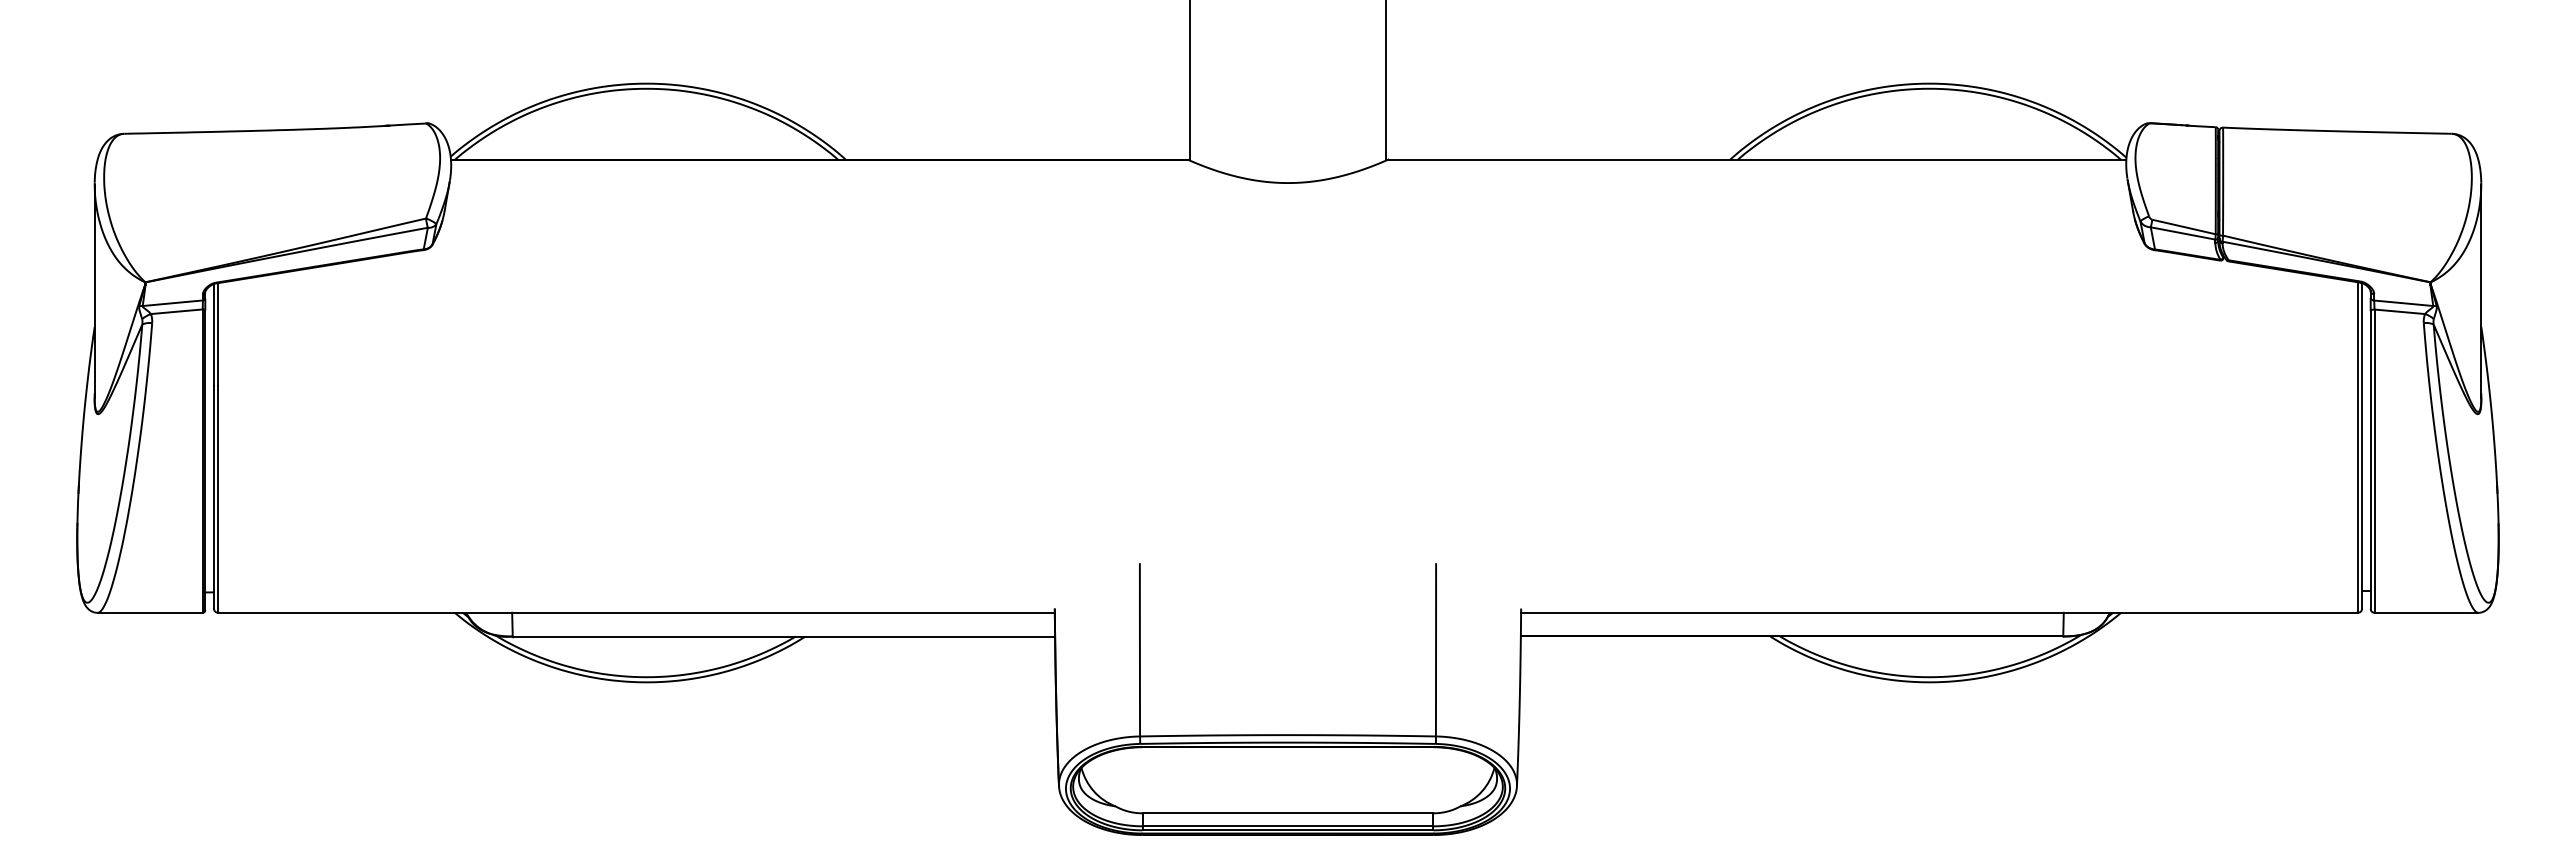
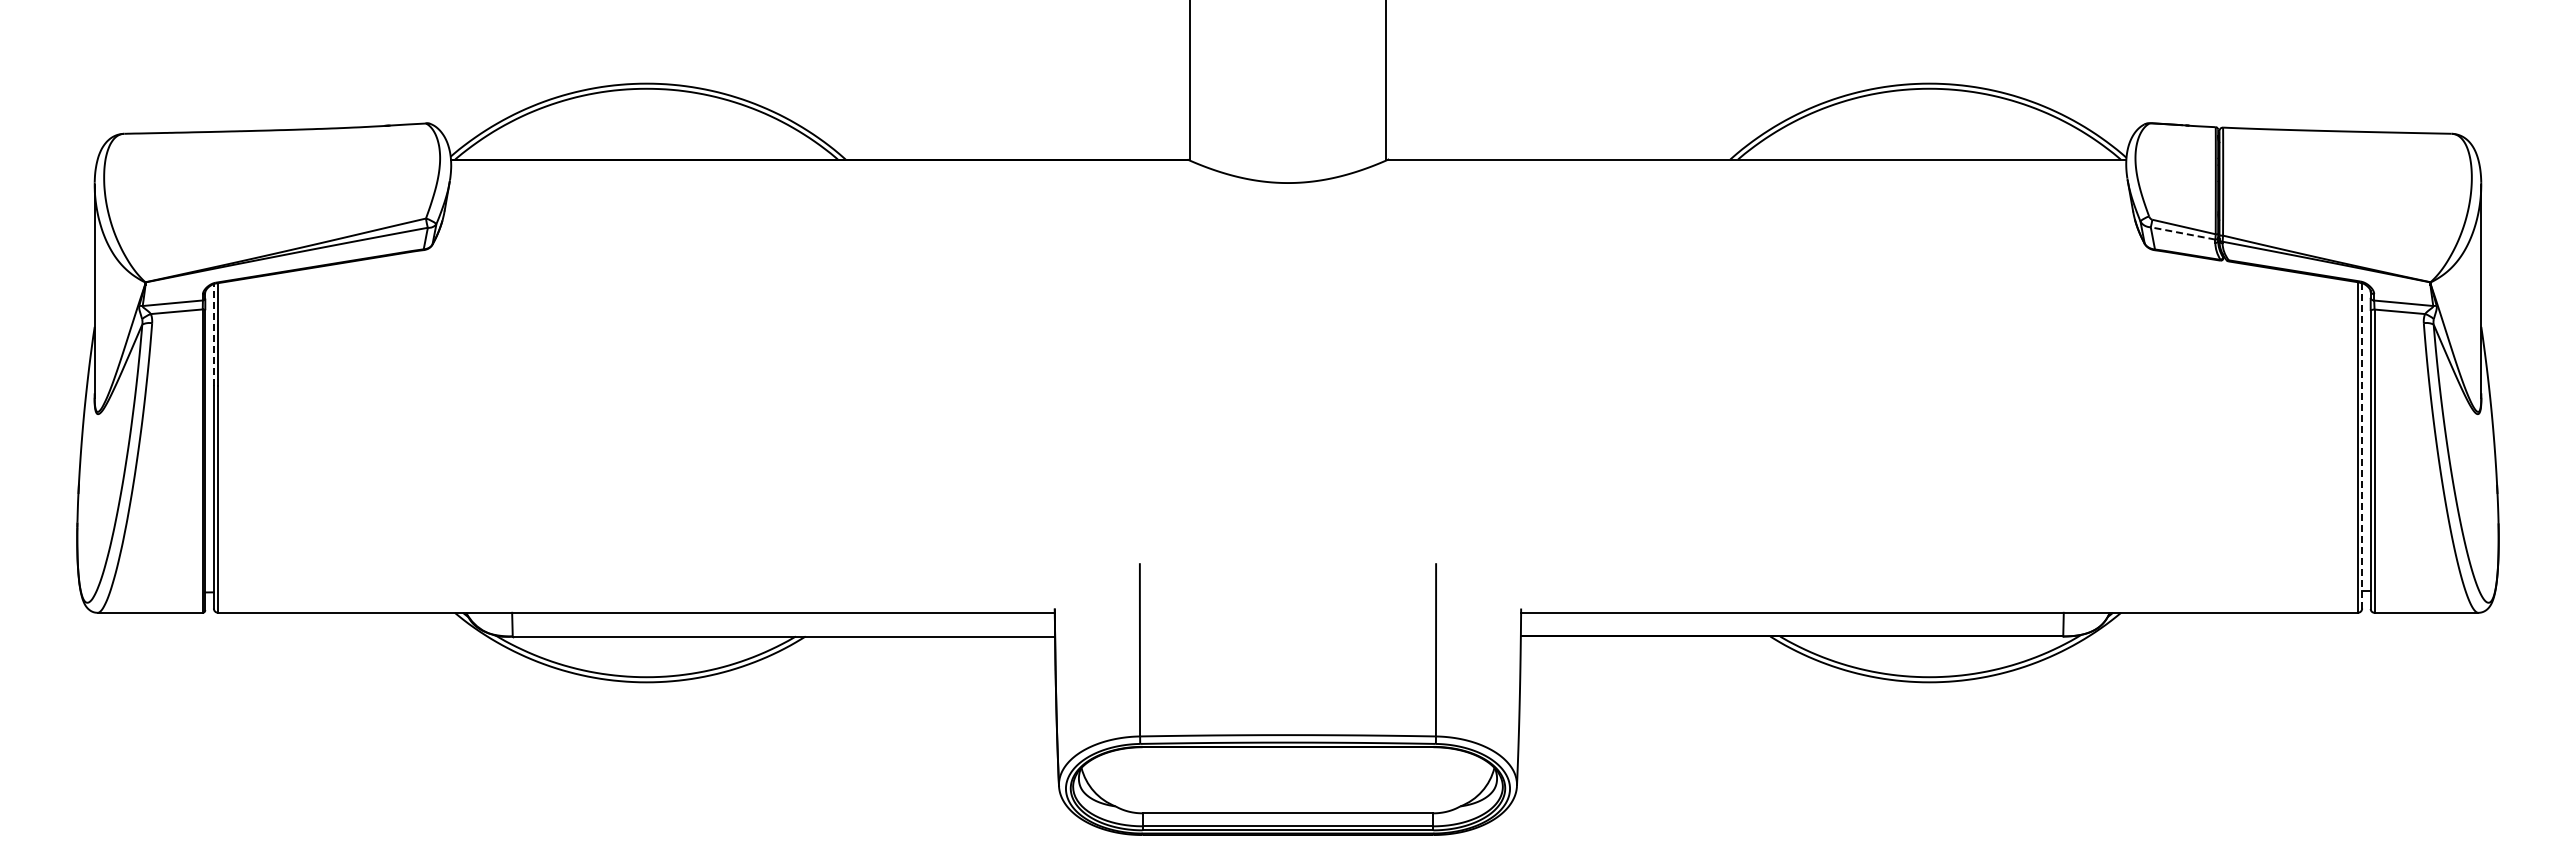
line at (2183, 233): solid -> dashed
line at (213, 334): solid -> dashed
line at (2362, 445): solid -> dashed
